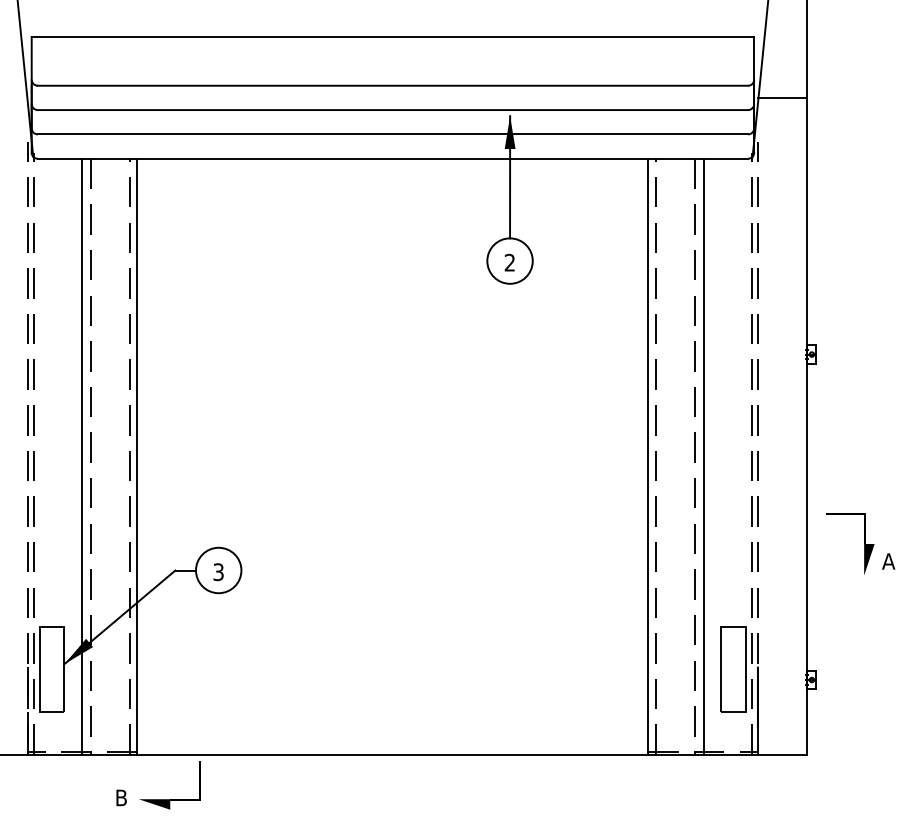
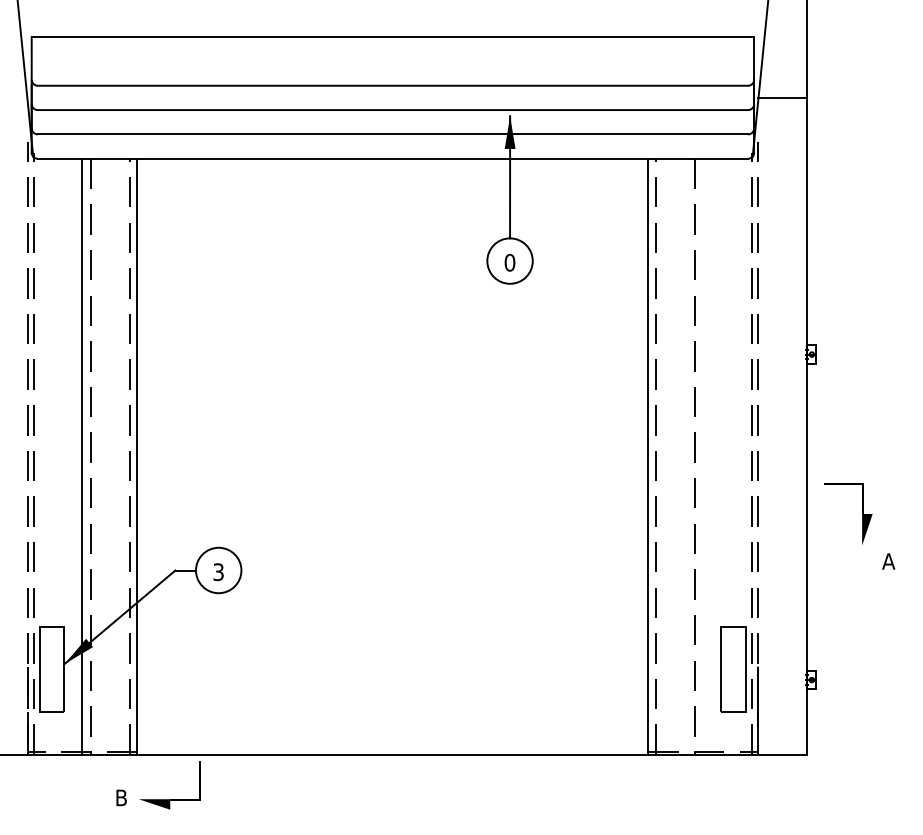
text at (509, 262): 2 -> 0
line at (704, 456): present -> none
part at (864, 543) position: (864, 543) -> (862, 513)
